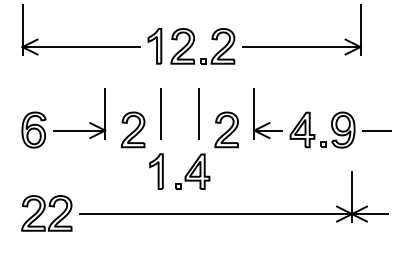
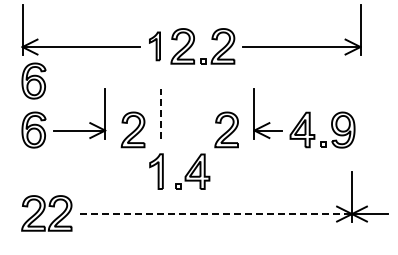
part at (154, 46) size: 16x37 px -> 12x31 px
part at (33, 80): none -> present
line at (160, 113): solid -> dashed
line at (198, 113): present -> none
line at (376, 130): present -> none
line at (216, 214): solid -> dashed
